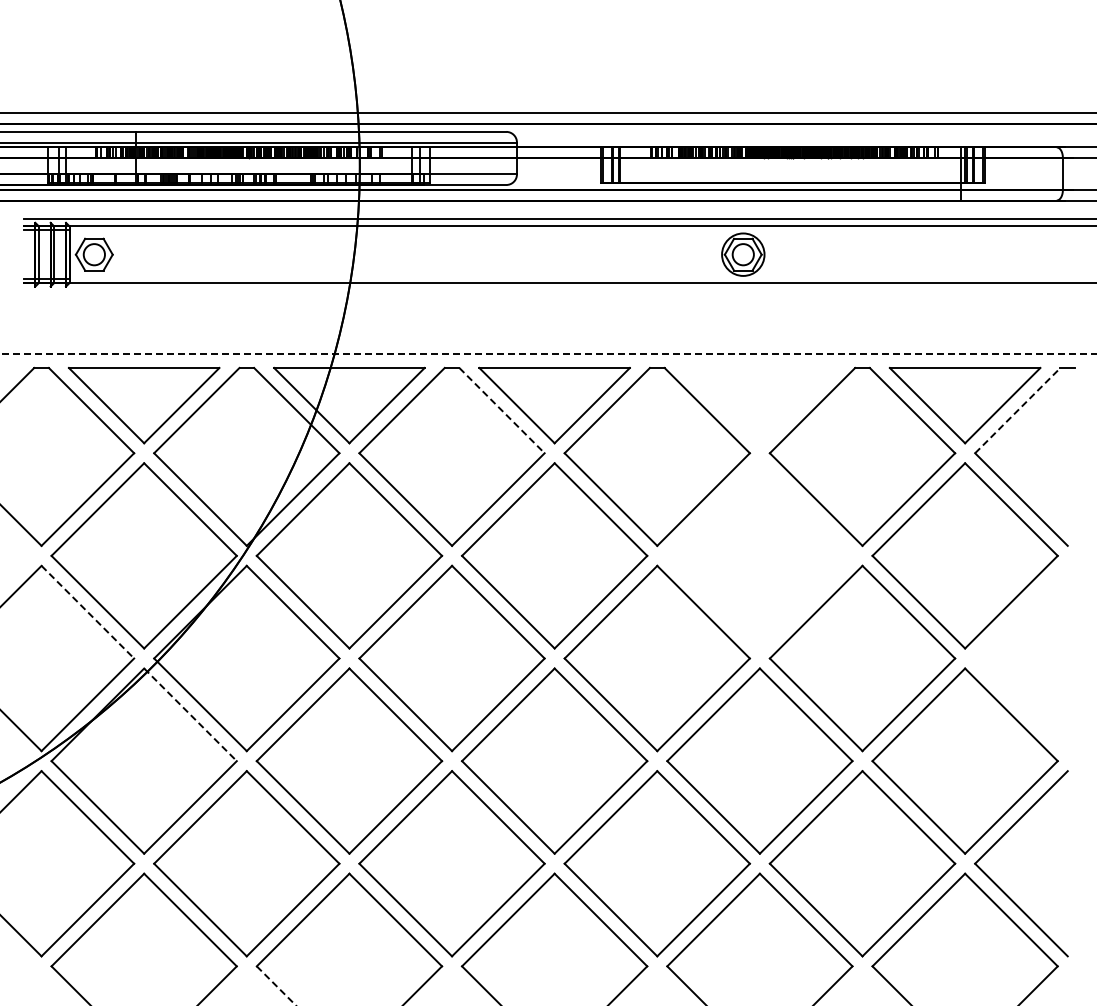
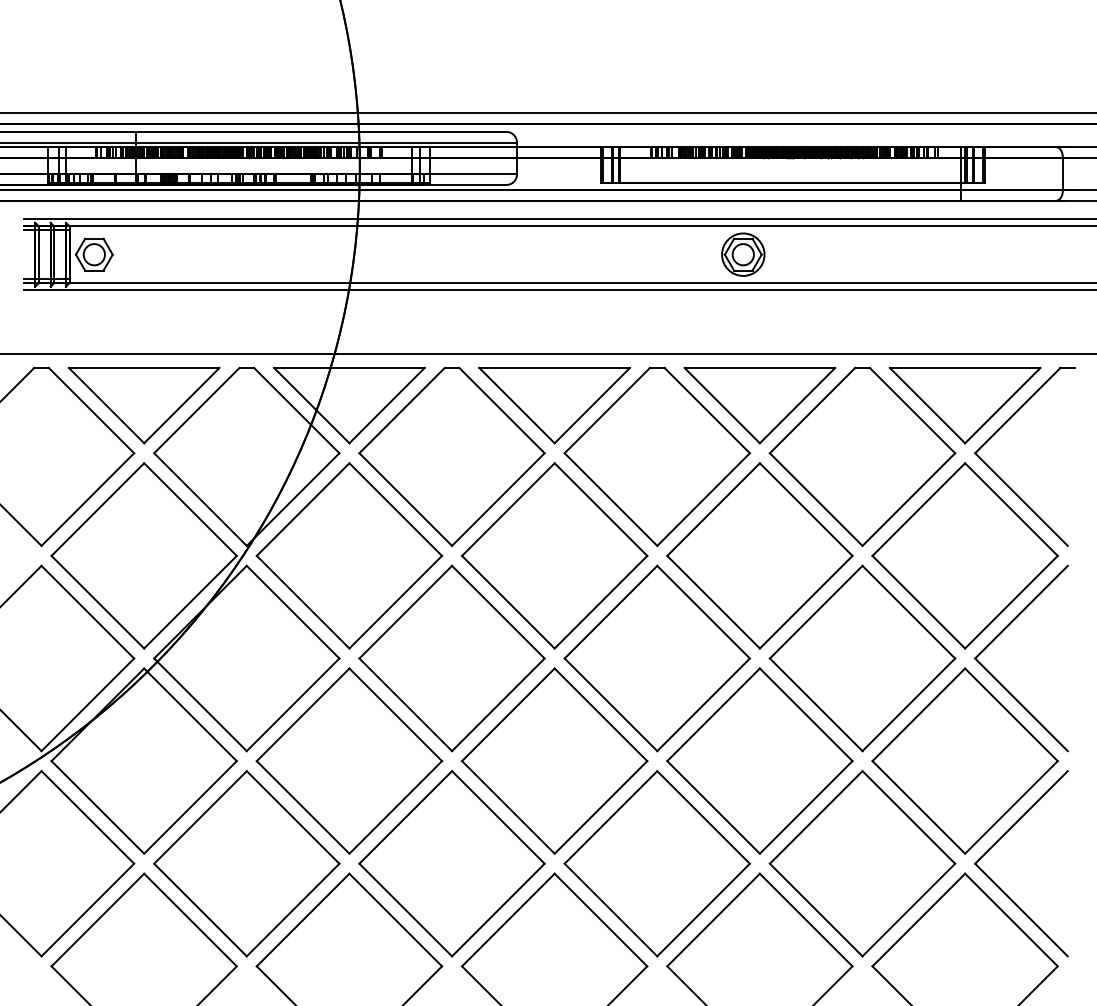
line at (558, 290): none -> present
line at (548, 353): dashed -> solid
part at (759, 405): none -> present
line at (502, 410): dashed -> solid
line at (1018, 410): dashed -> solid
part at (759, 555): none -> present
line at (88, 612): dashed -> solid
part at (999, 635): none -> present
line at (190, 715): dashed -> solid
line at (276, 986): dashed -> solid
